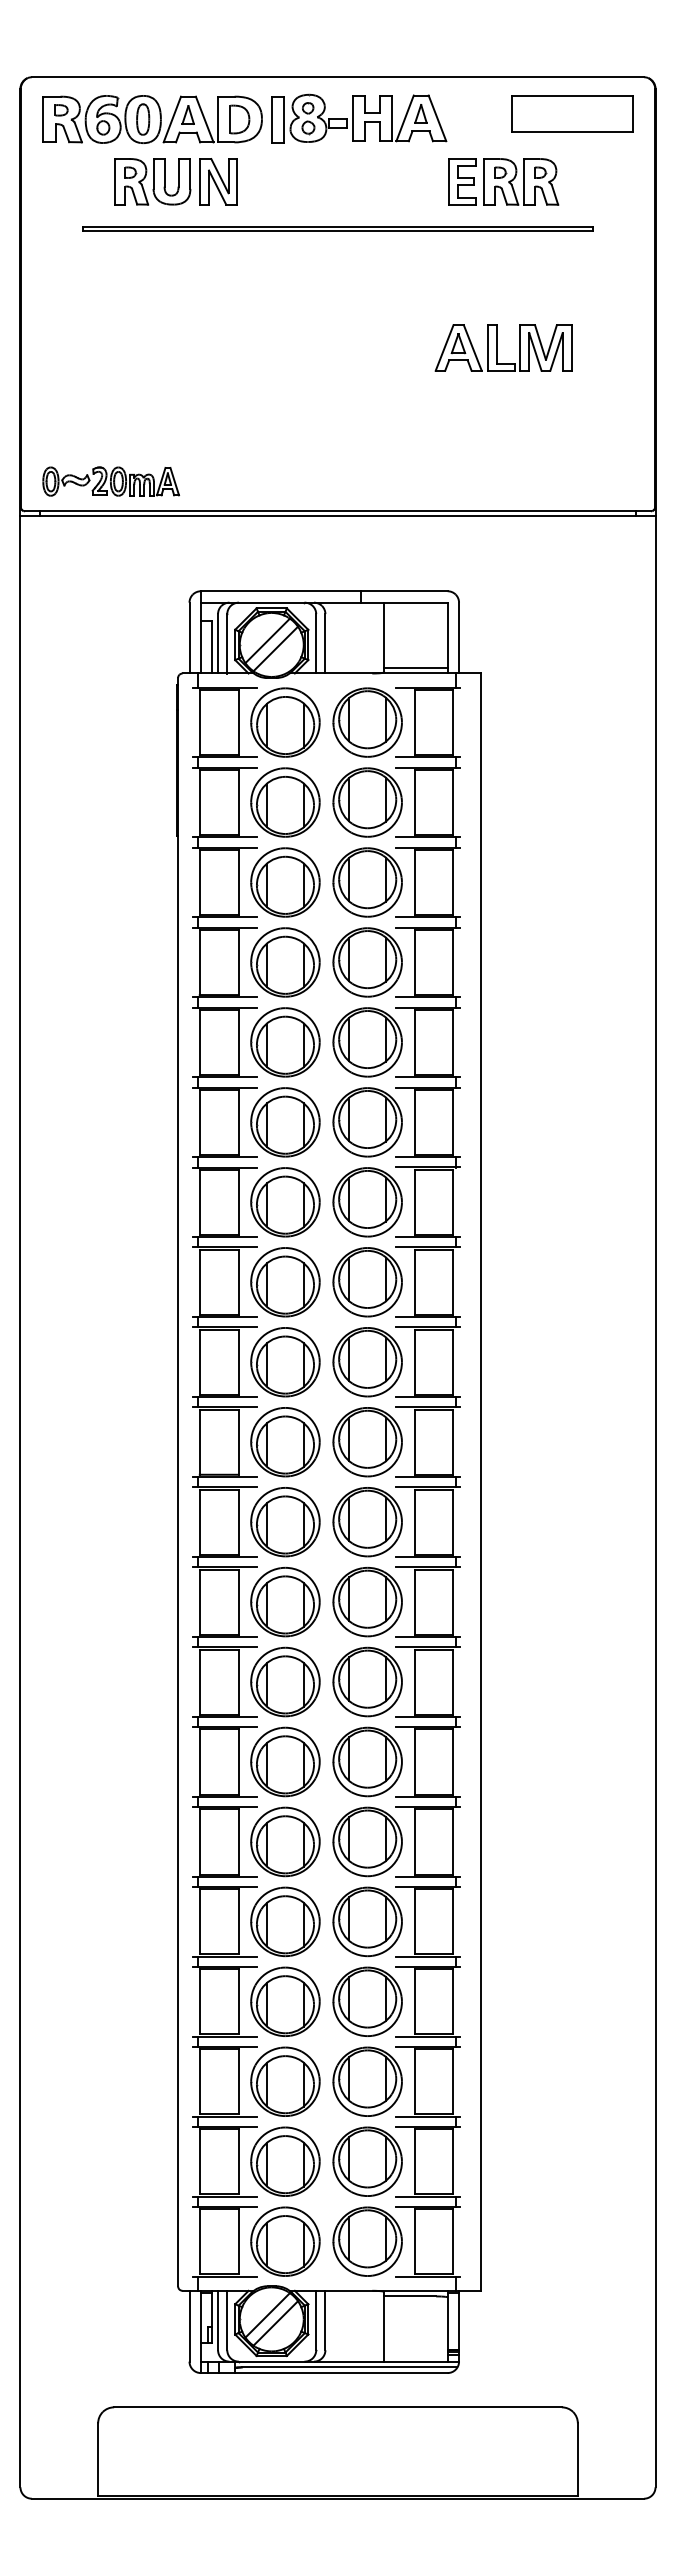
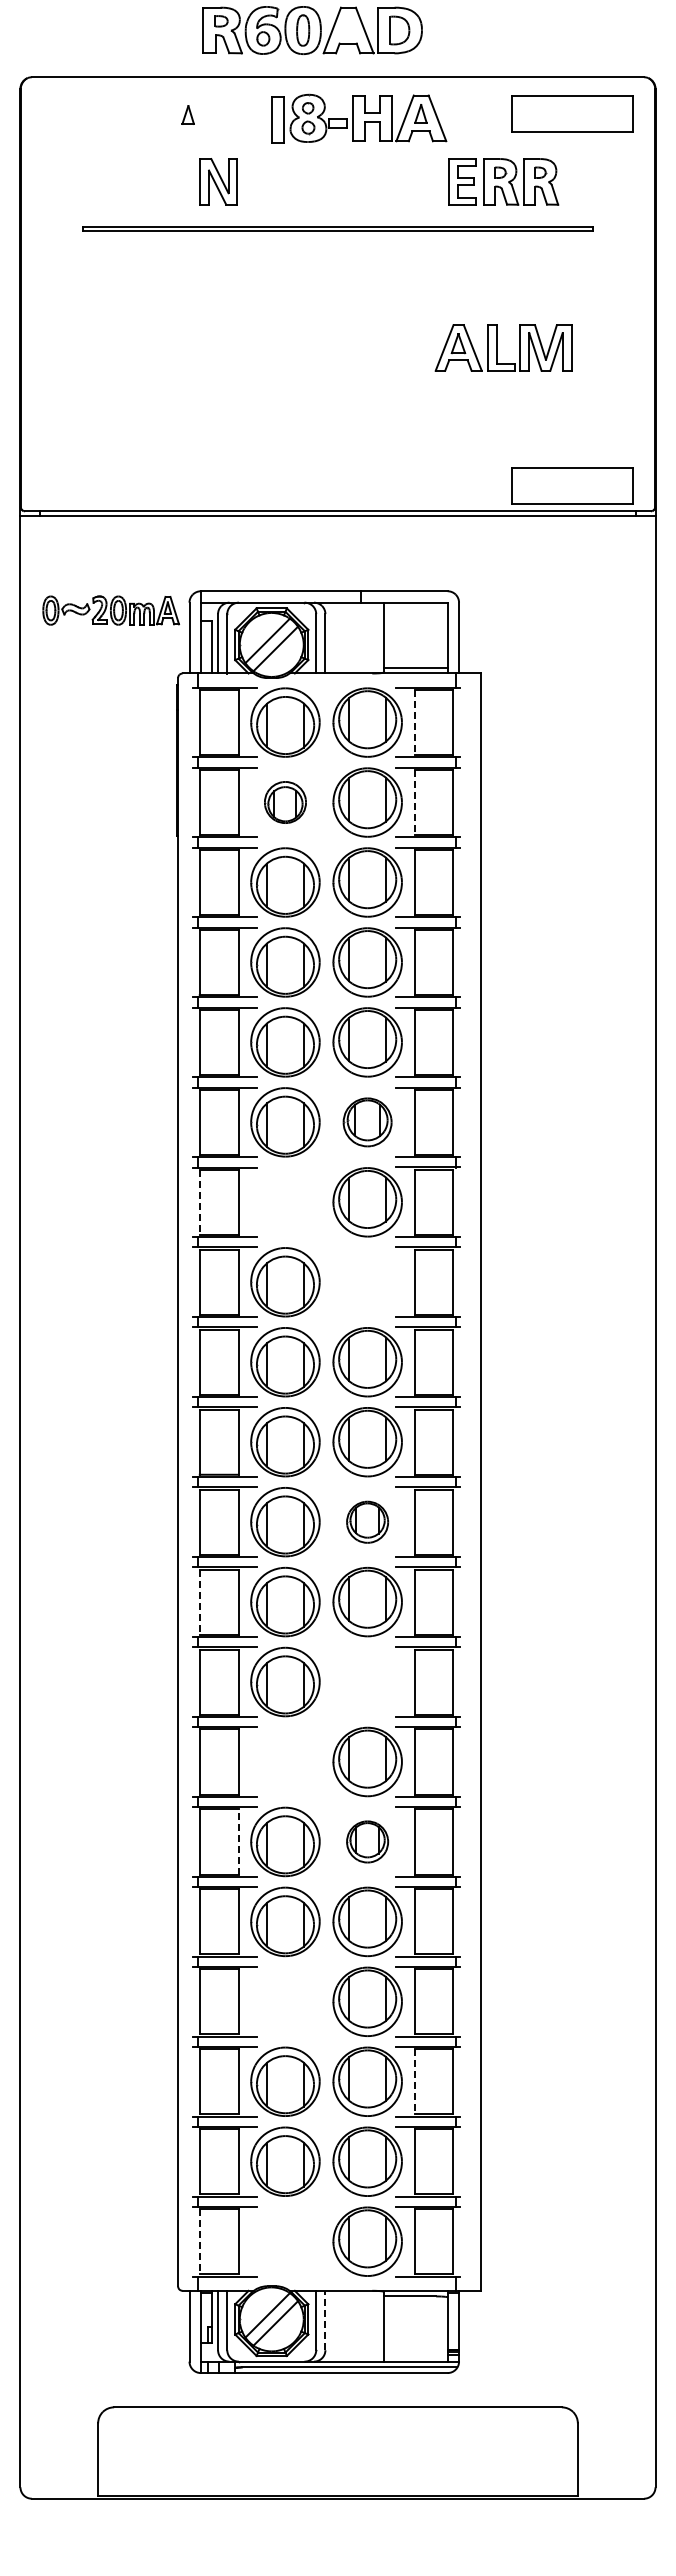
part at (152, 119) position: (152, 119) -> (312, 30)
part at (152, 181): present -> none
part at (110, 481) position: (110, 481) -> (110, 610)
part at (572, 485): none -> present
line at (414, 722): solid -> dashed
part at (285, 802) size: 71x71 px -> 43x43 px
line at (414, 802): solid -> dashed
part at (367, 1122) size: 71x71 px -> 51x51 px
line at (199, 1202): solid -> dashed
part at (285, 1202): present -> none
part at (367, 1282): present -> none
part at (367, 1522) size: 71x71 px -> 44x44 px
line at (199, 1602): solid -> dashed
part at (367, 1681): present -> none
part at (285, 1761): present -> none
line at (238, 1841): solid -> dashed
part at (367, 1841) size: 71x72 px -> 44x44 px
part at (285, 2001): present -> none
line at (414, 2081): solid -> dashed
line at (199, 2241): solid -> dashed
part at (285, 2241): present -> none
line at (325, 2320): solid -> dashed
